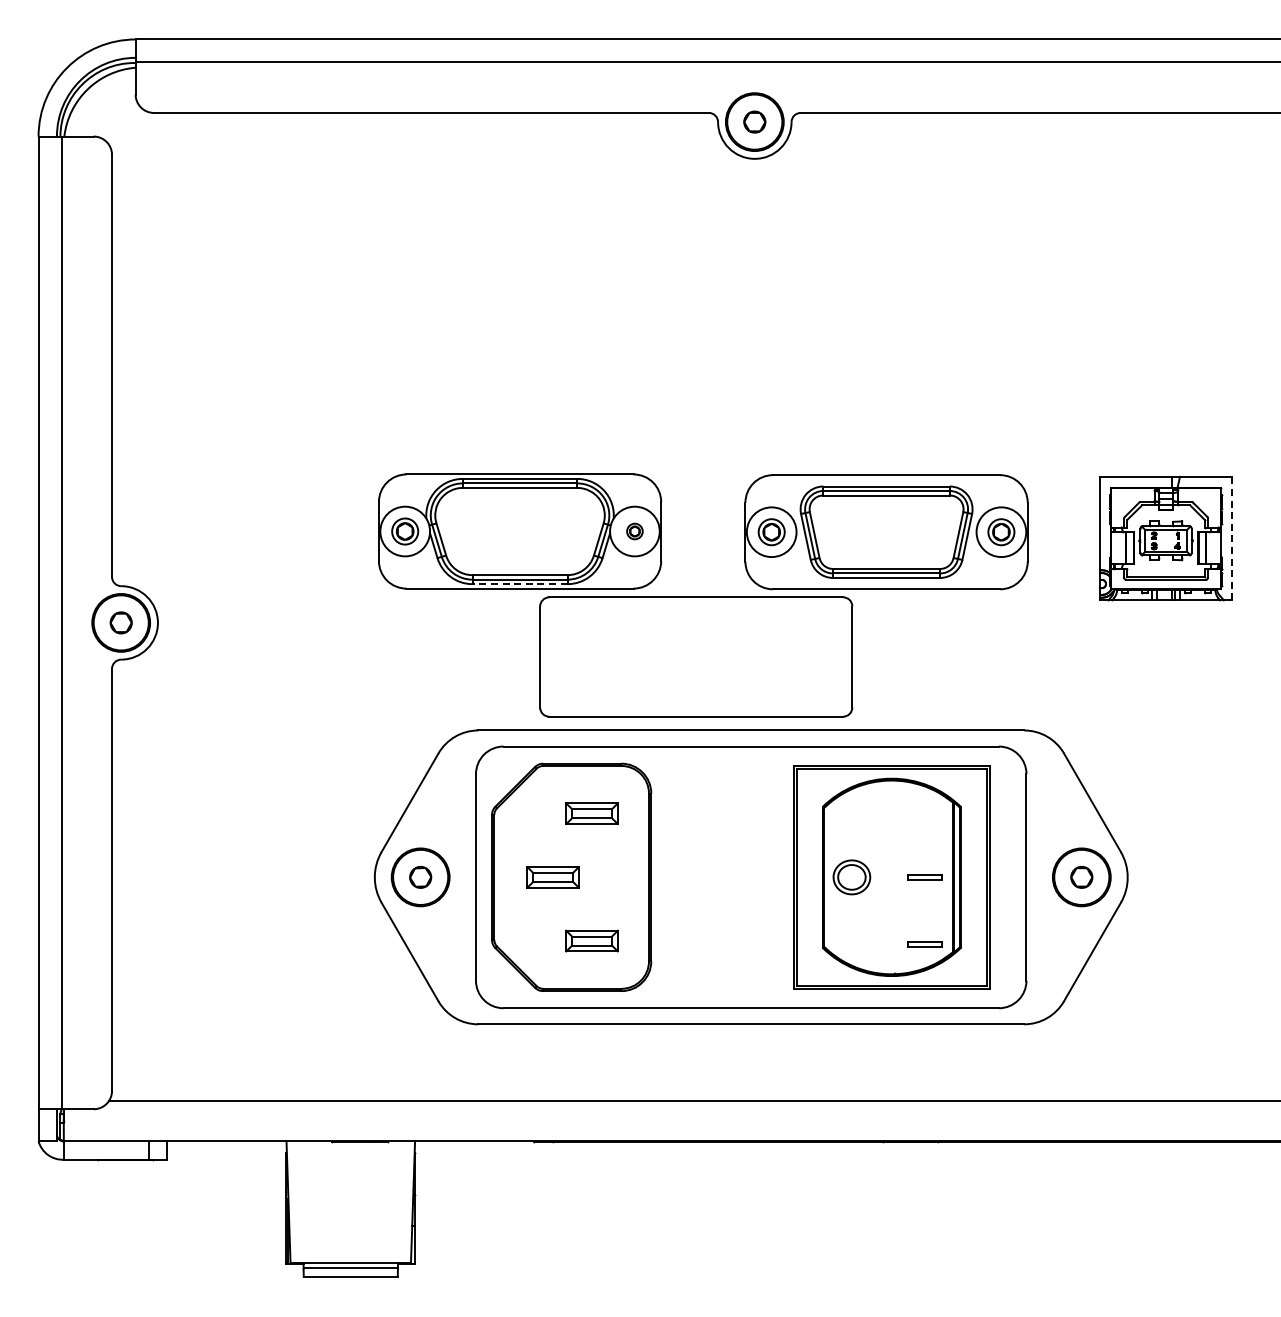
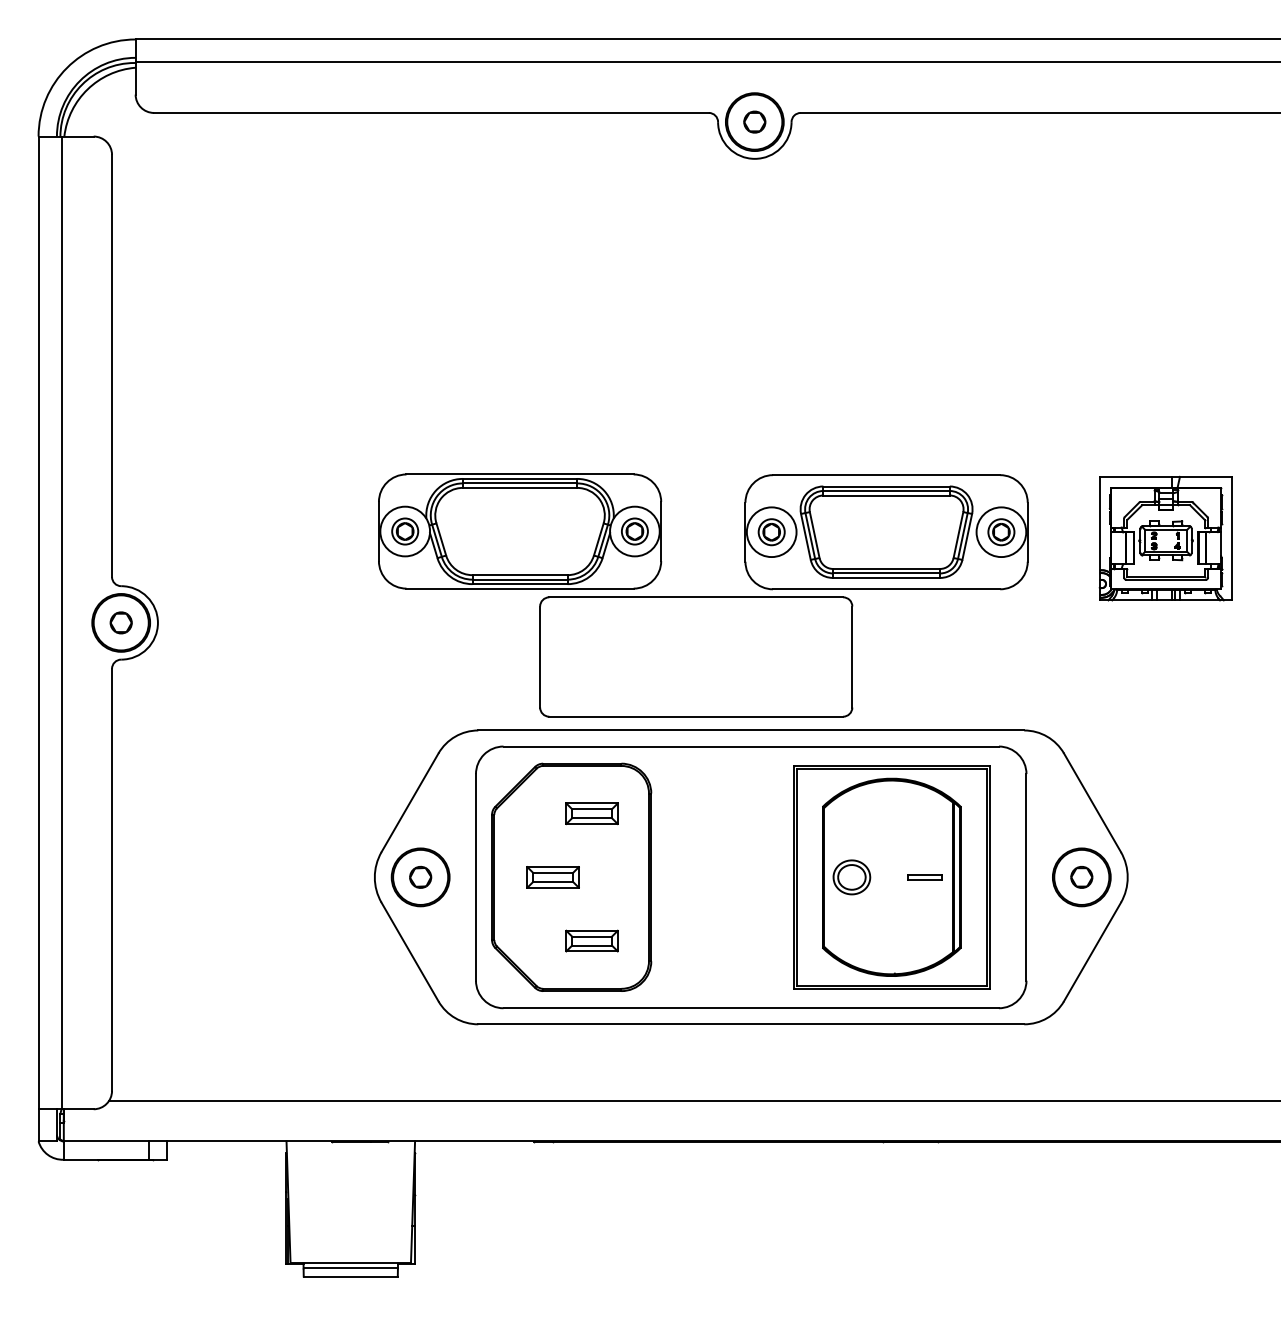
part at (634, 531) size: 18x19 px -> 28x29 px
line at (1232, 538): dashed -> solid
line at (520, 584): dashed -> solid
part at (924, 944): present -> none
